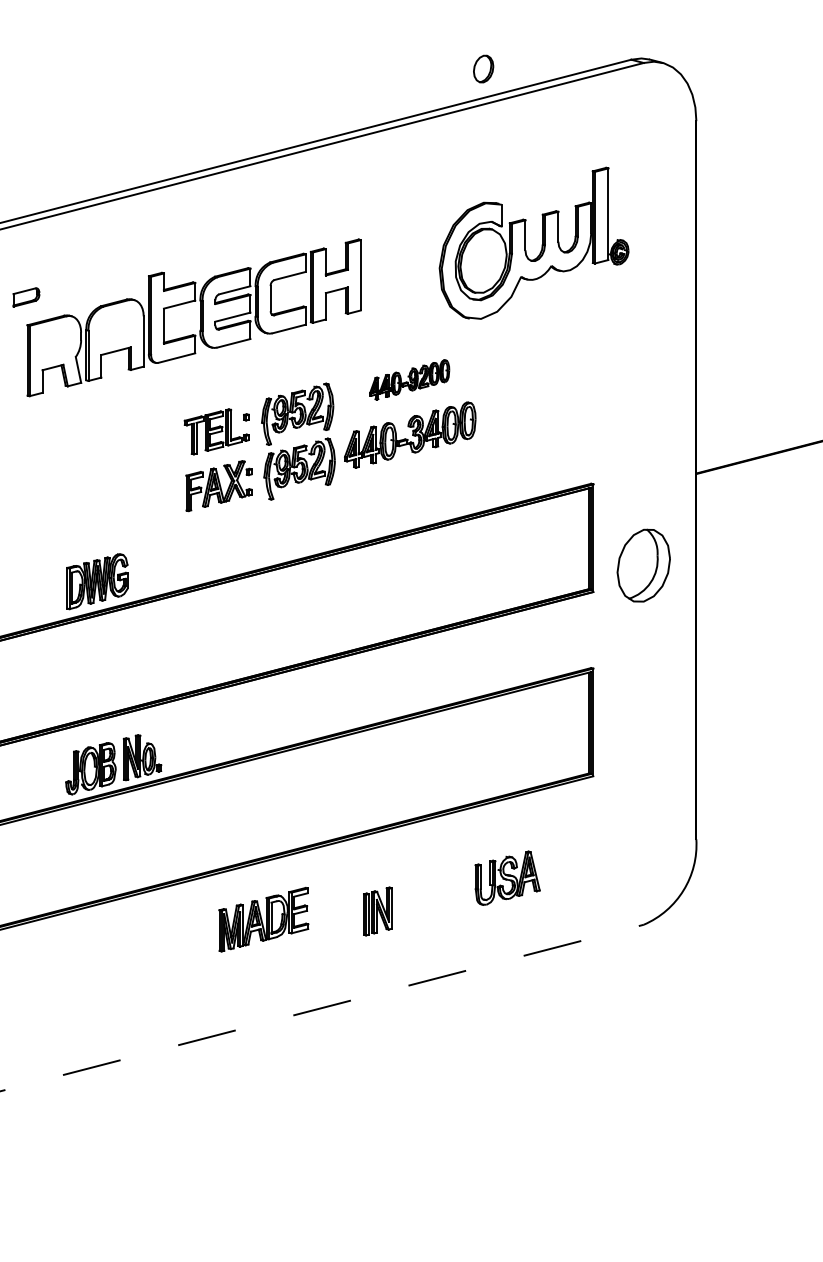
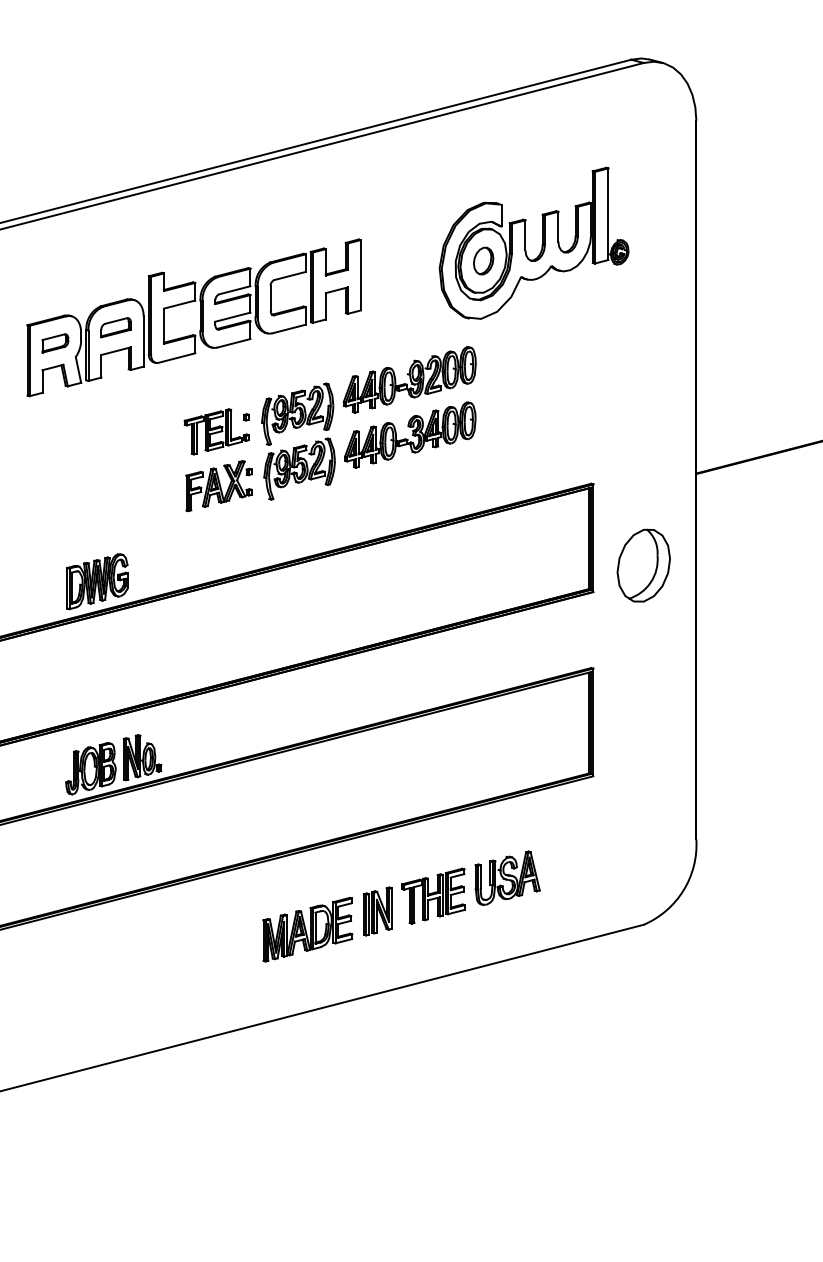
part at (483, 68) position: (483, 68) -> (483, 260)
part at (26, 297) position: (26, 297) -> (55, 343)
part at (115, 327): none -> present
part at (409, 379) size: 82x42 px -> 135x68 px
part at (433, 895): none -> present
part at (263, 919) position: (263, 919) -> (307, 929)
line at (322, 1007): dashed -> solid
